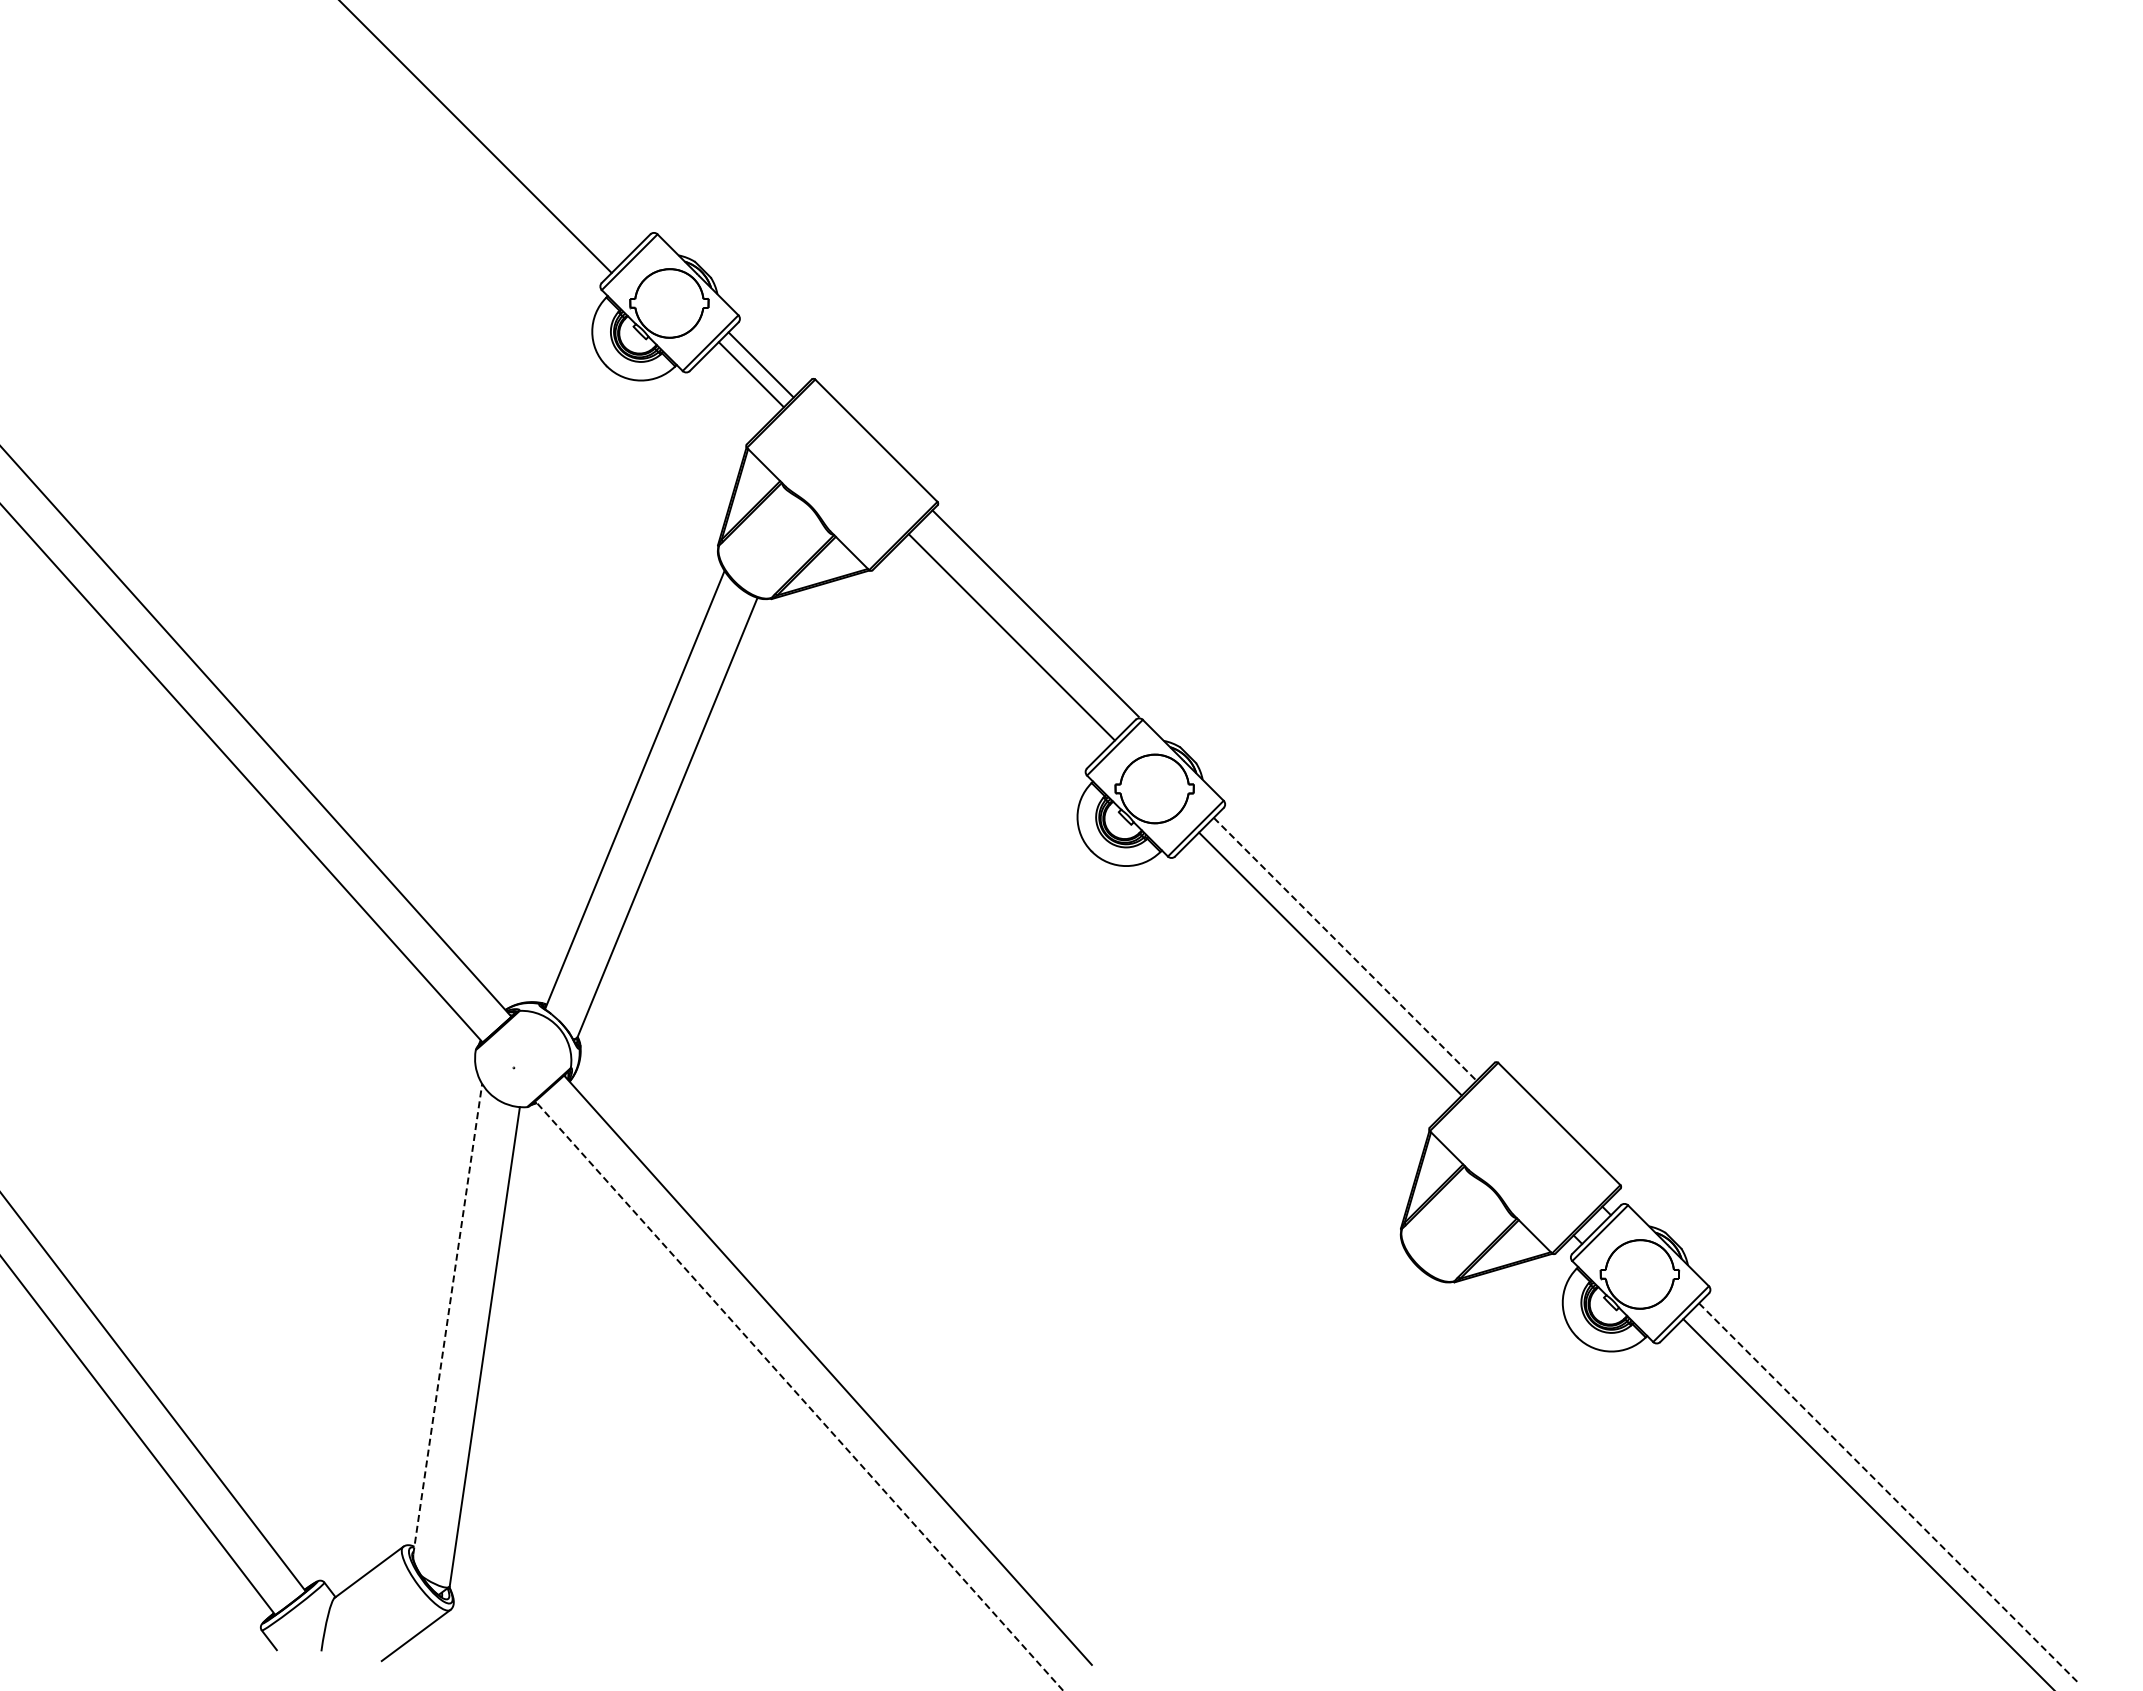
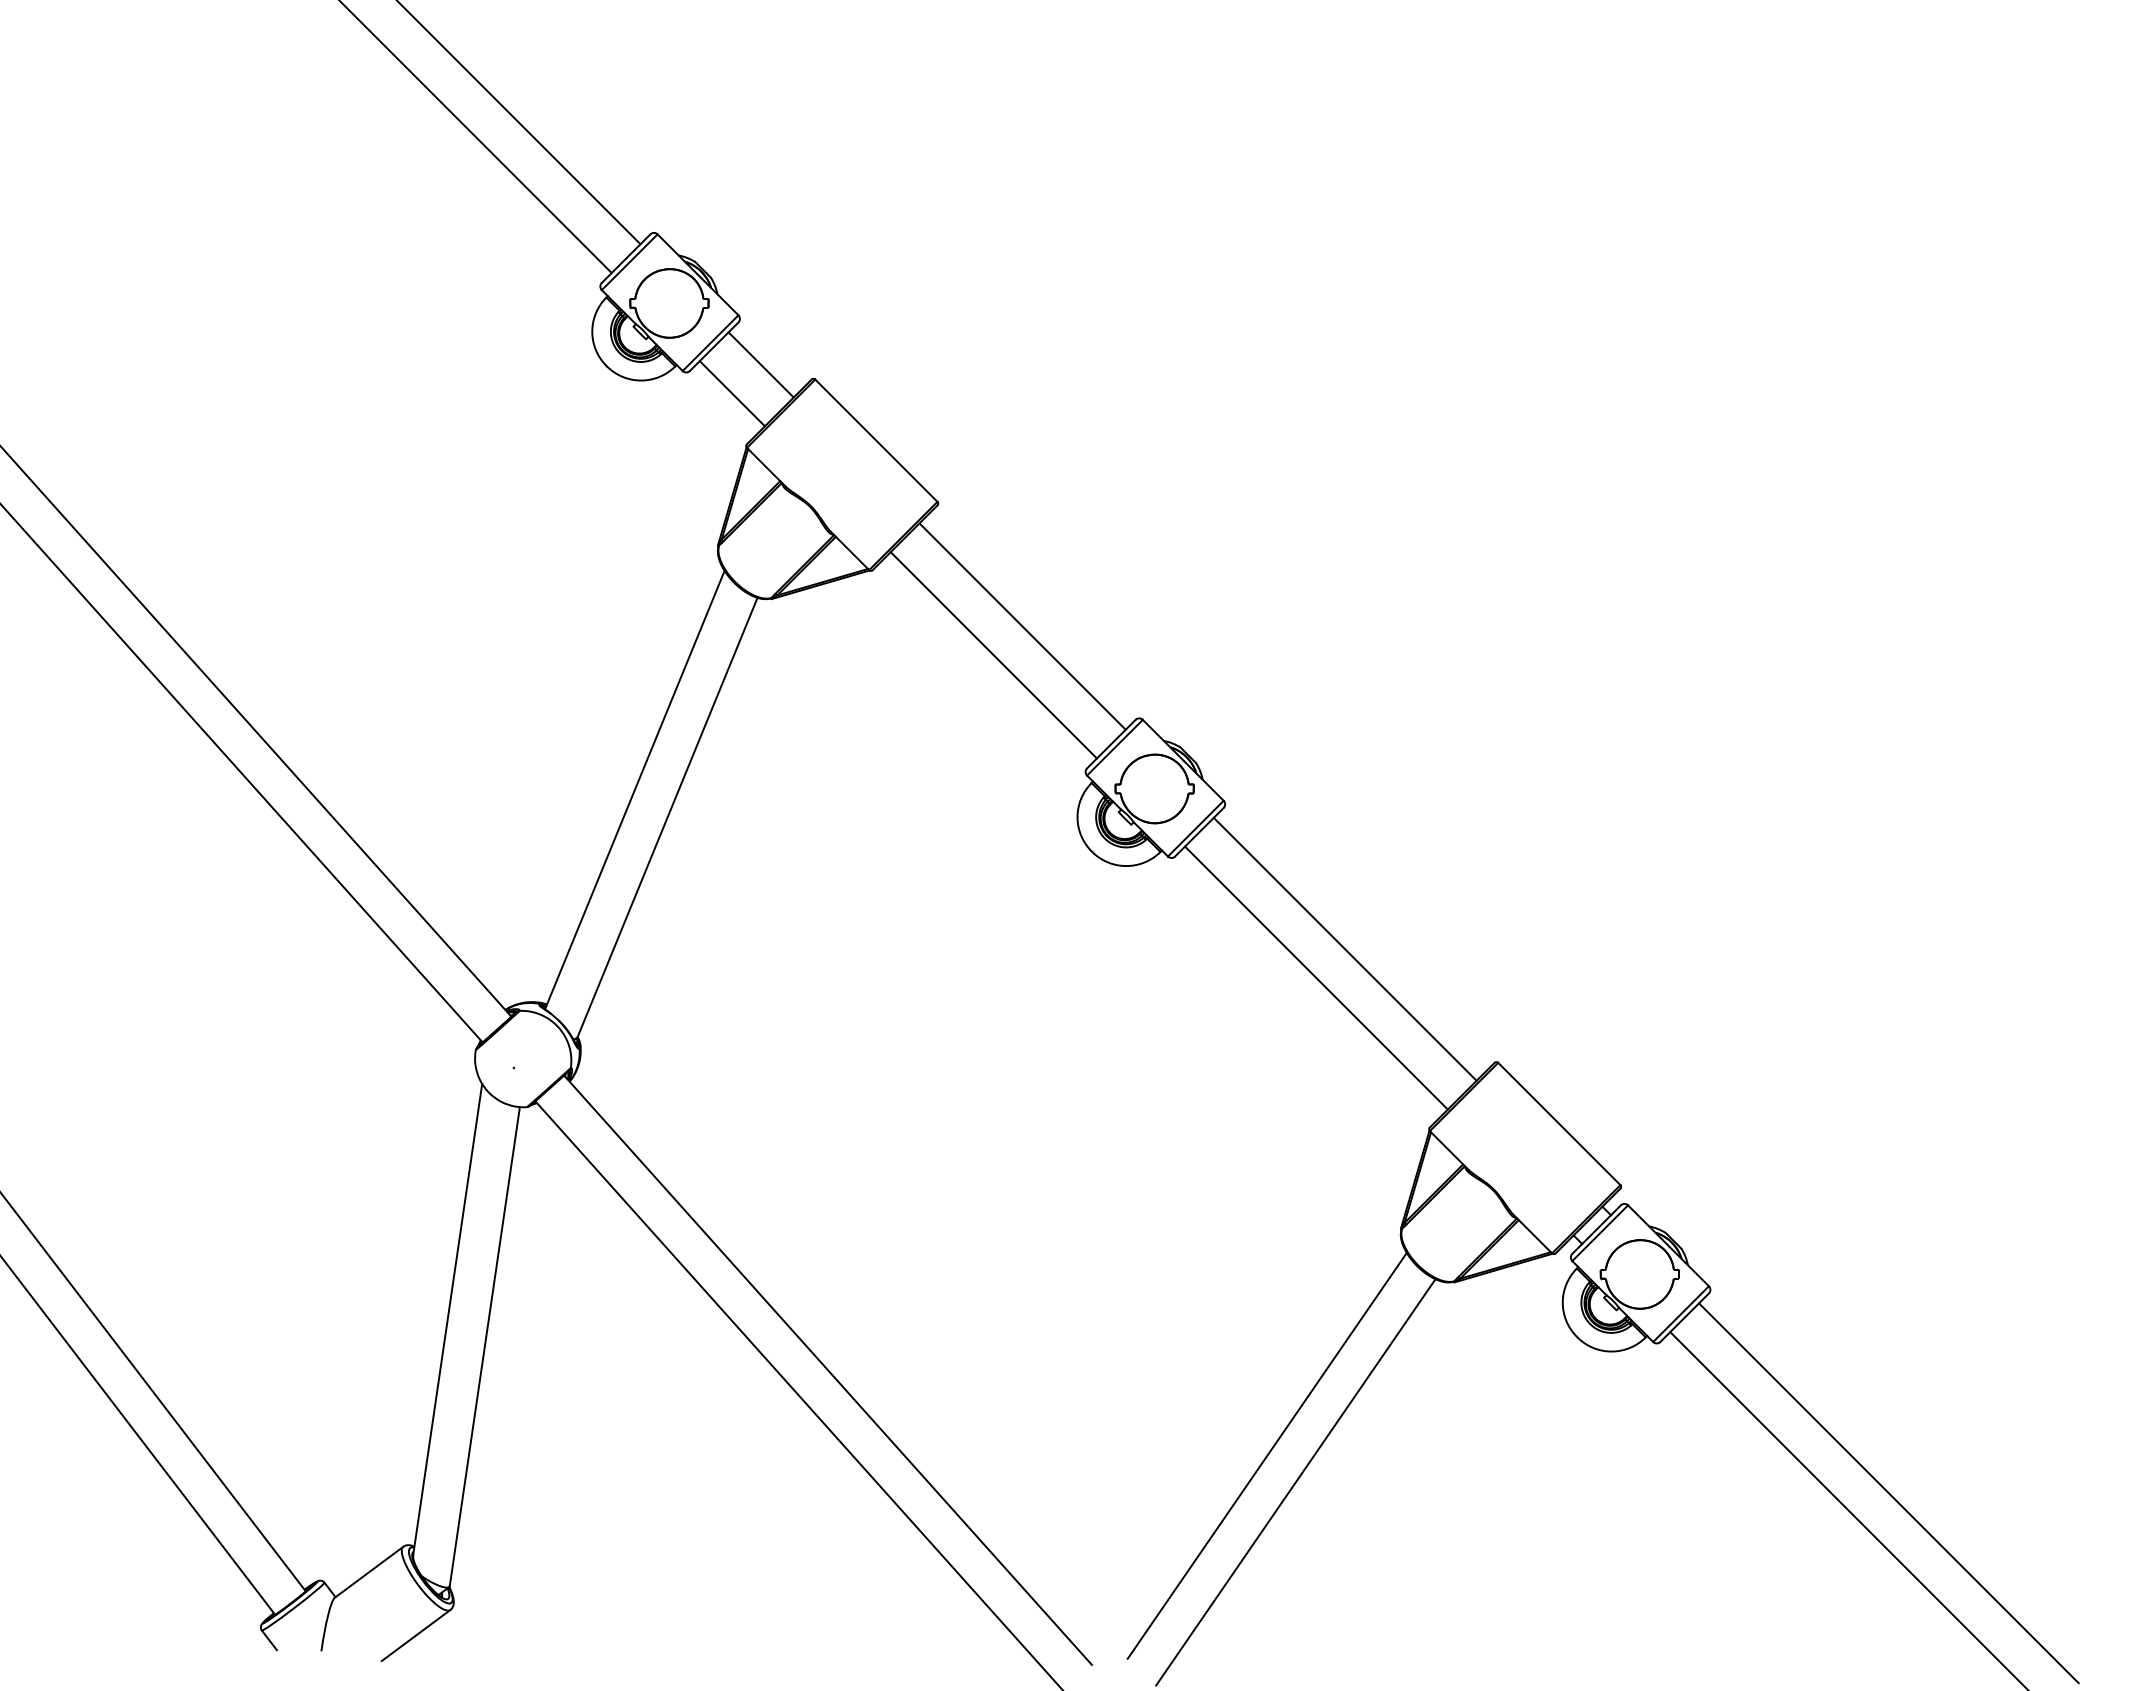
line at (519, 123): none -> present
line at (750, 374) position: (750, 374) -> (731, 393)
line at (1035, 613) position: (1035, 613) -> (1022, 626)
line at (1011, 637) position: (1011, 637) -> (993, 655)
line at (1345, 949): dashed -> solid
line at (1330, 963) position: (1330, 963) -> (1316, 977)
line at (447, 1319): dashed -> solid
line at (799, 1395): dashed -> solid
line at (1266, 1455): none -> present
line at (1295, 1482): none -> present
line at (1888, 1493): dashed -> solid
line at (1867, 1503) position: (1867, 1503) -> (1847, 1509)
